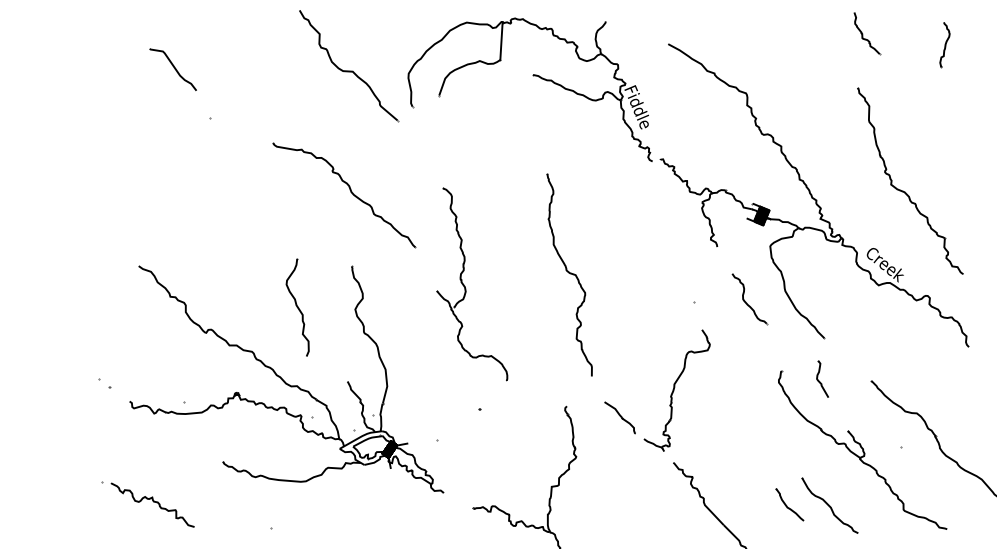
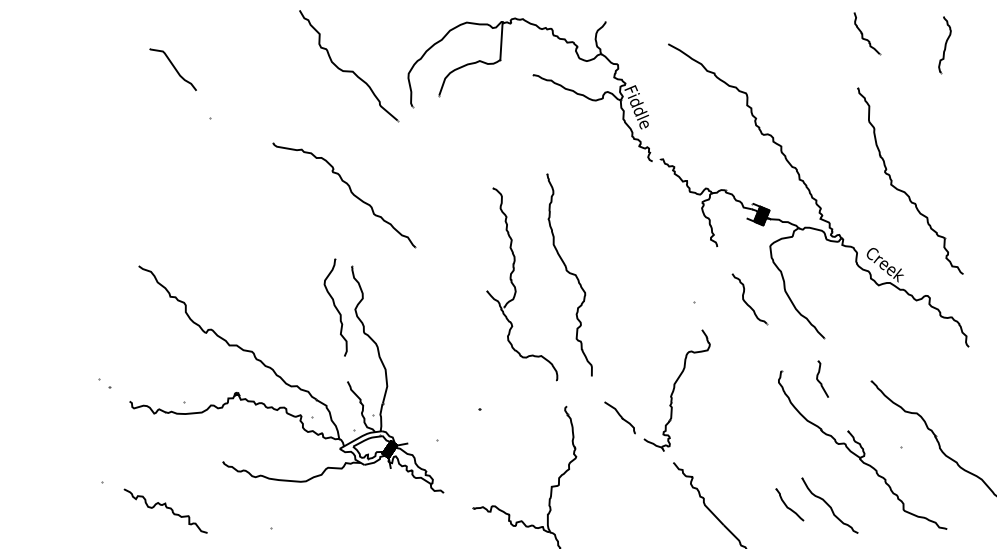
part at (944, 45) size: 12x47 px -> 14x59 px
part at (466, 288) position: (466, 288) -> (516, 288)
part at (297, 307) position: (297, 307) -> (335, 307)
curve at (153, 502) position: (153, 502) -> (166, 508)
